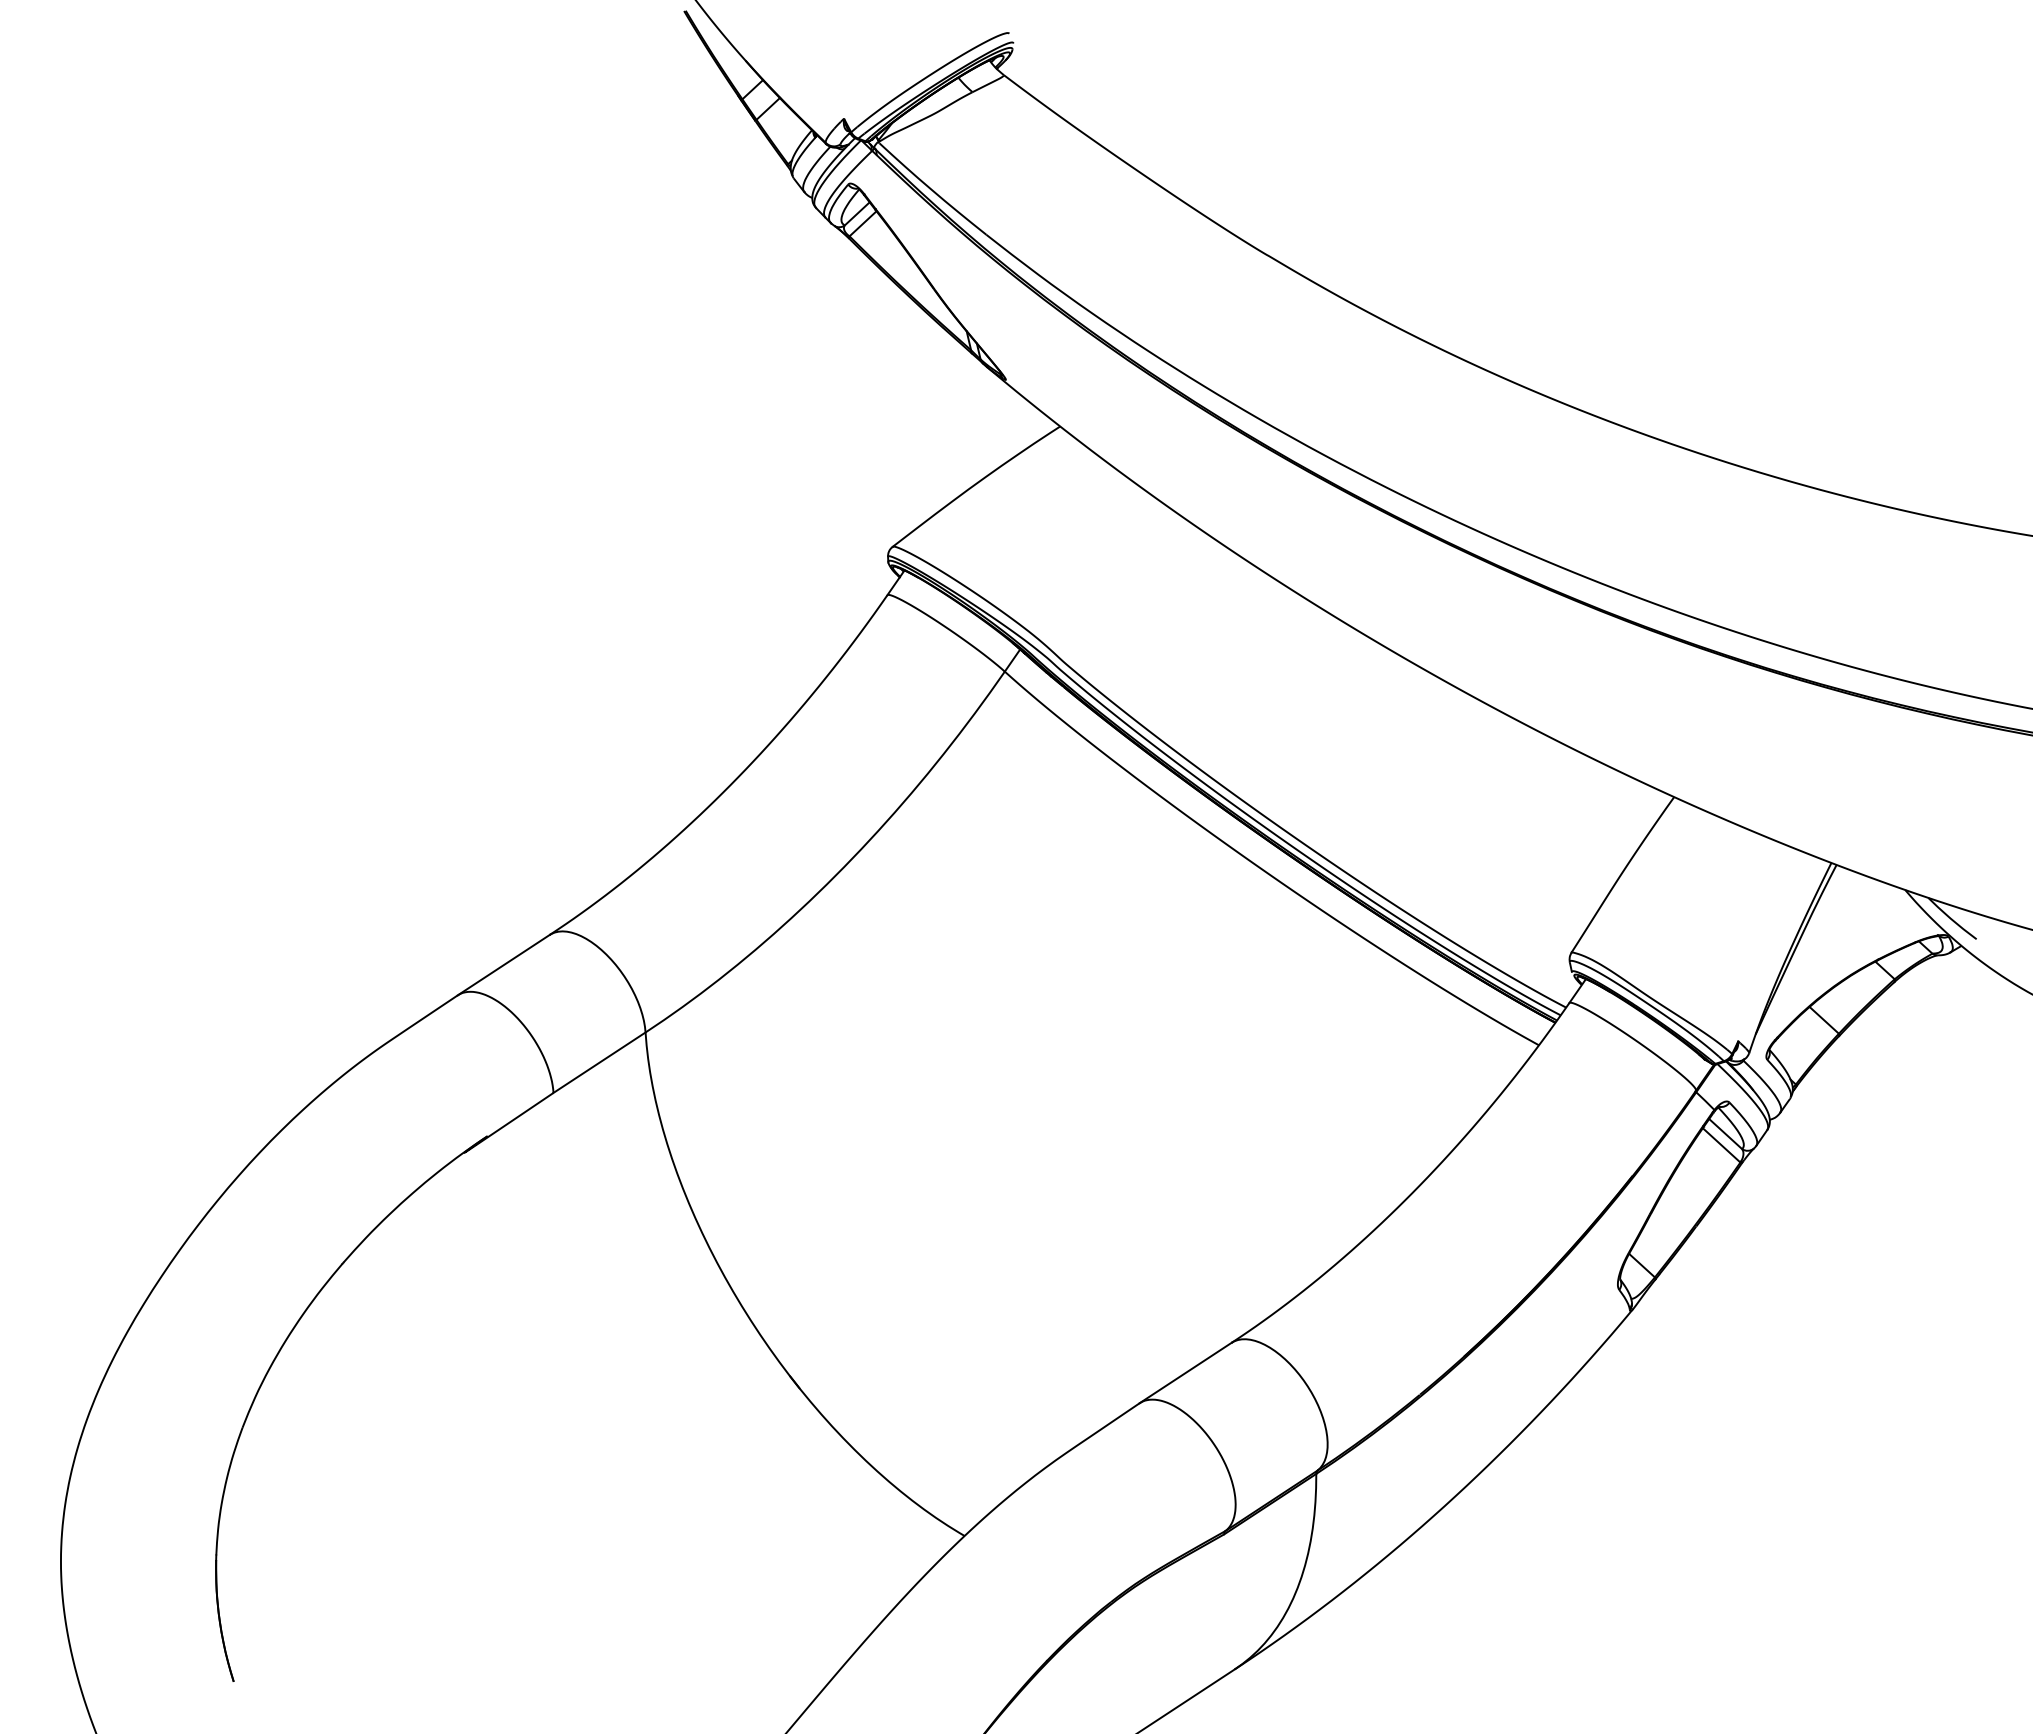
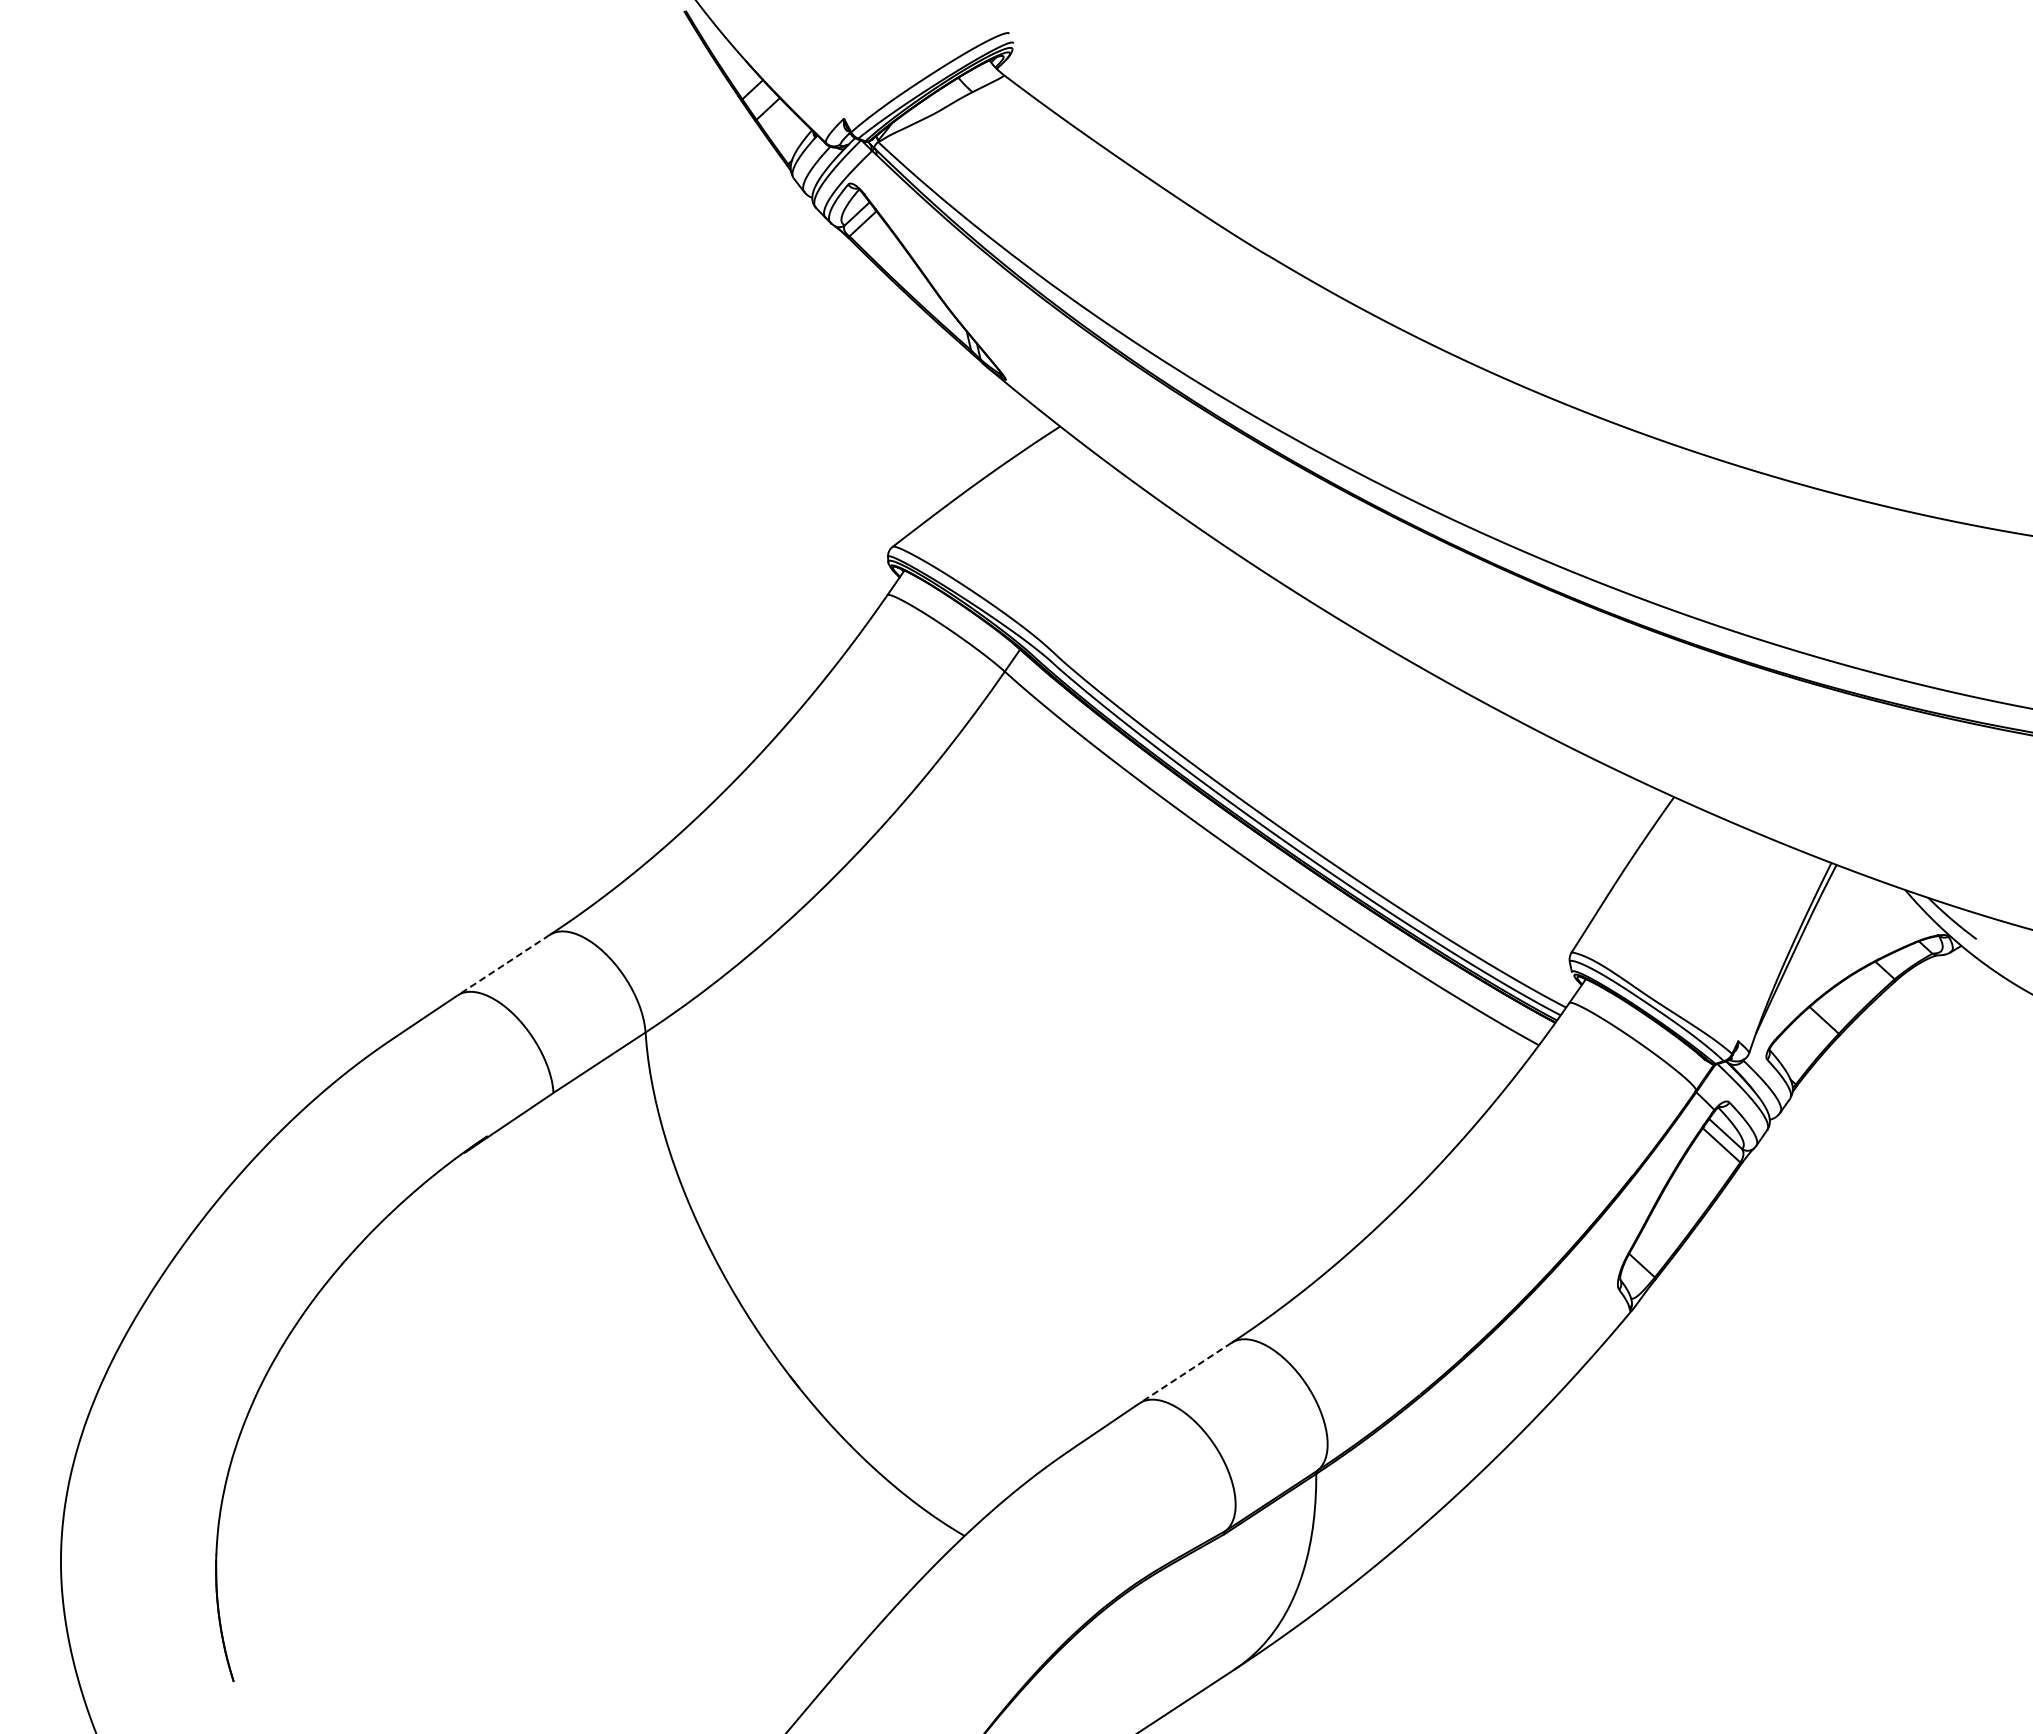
line at (503, 965): solid -> dashed
line at (1185, 1373): solid -> dashed
